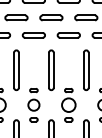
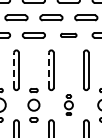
part at (68, 35) size: 25x7 px -> 18x6 px
line at (14, 69): solid -> dashed
line at (48, 69): solid -> dashed
part at (68, 105) size: 16x35 px -> 11x22 px
